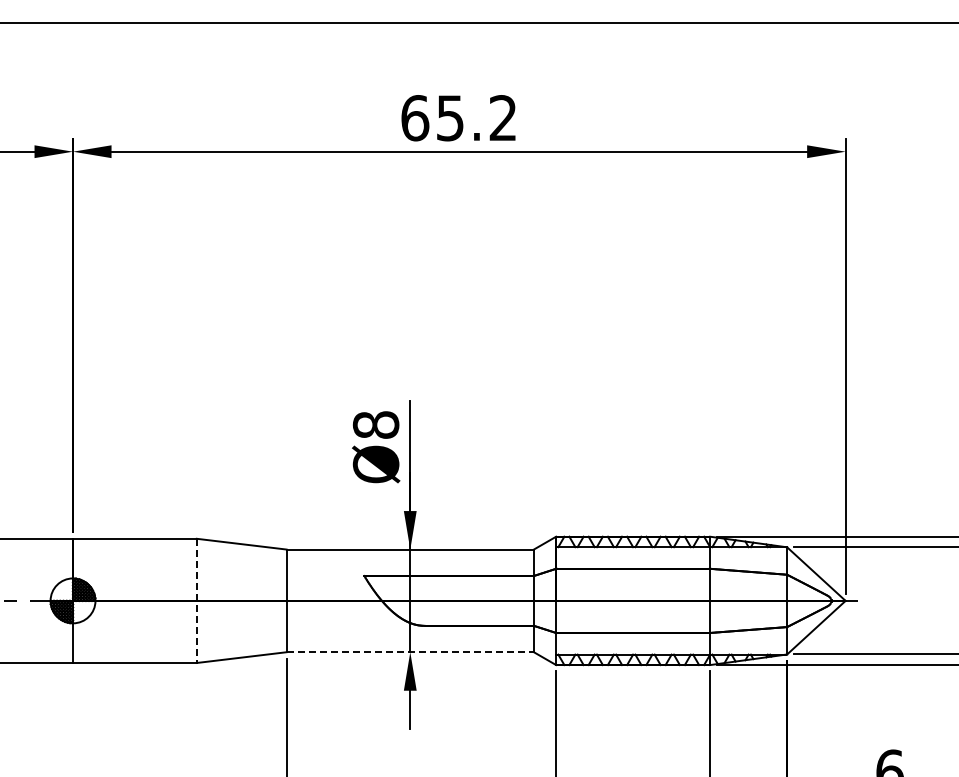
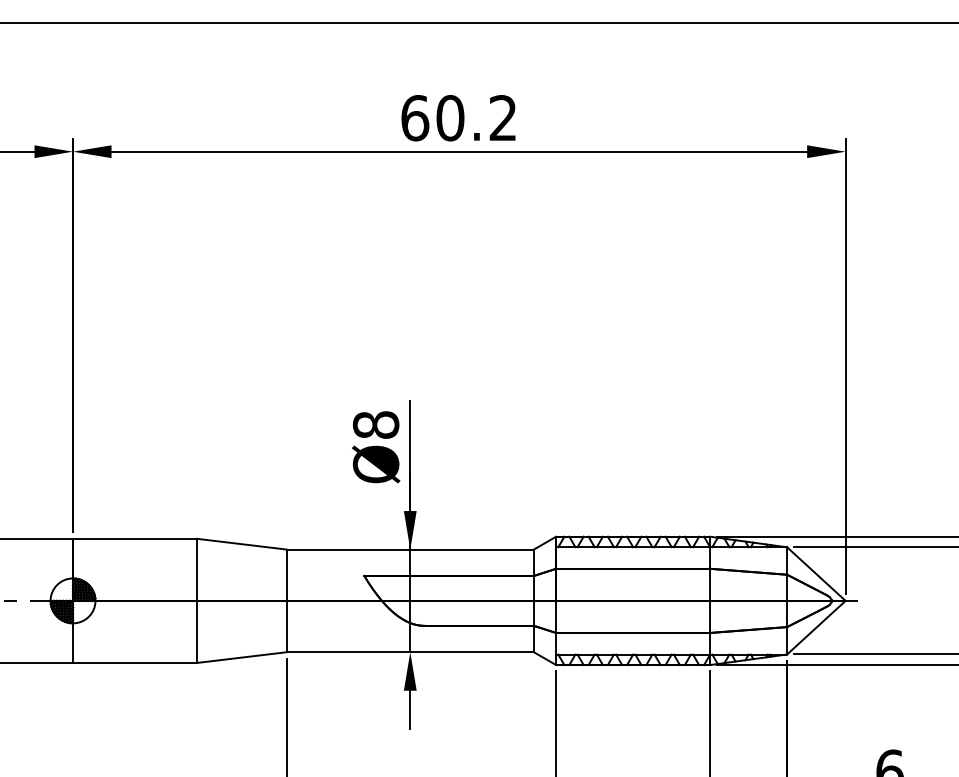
text at (450, 118): 65.2 -> 60.2
line at (196, 601): dashed -> solid
line at (410, 652): dashed -> solid
